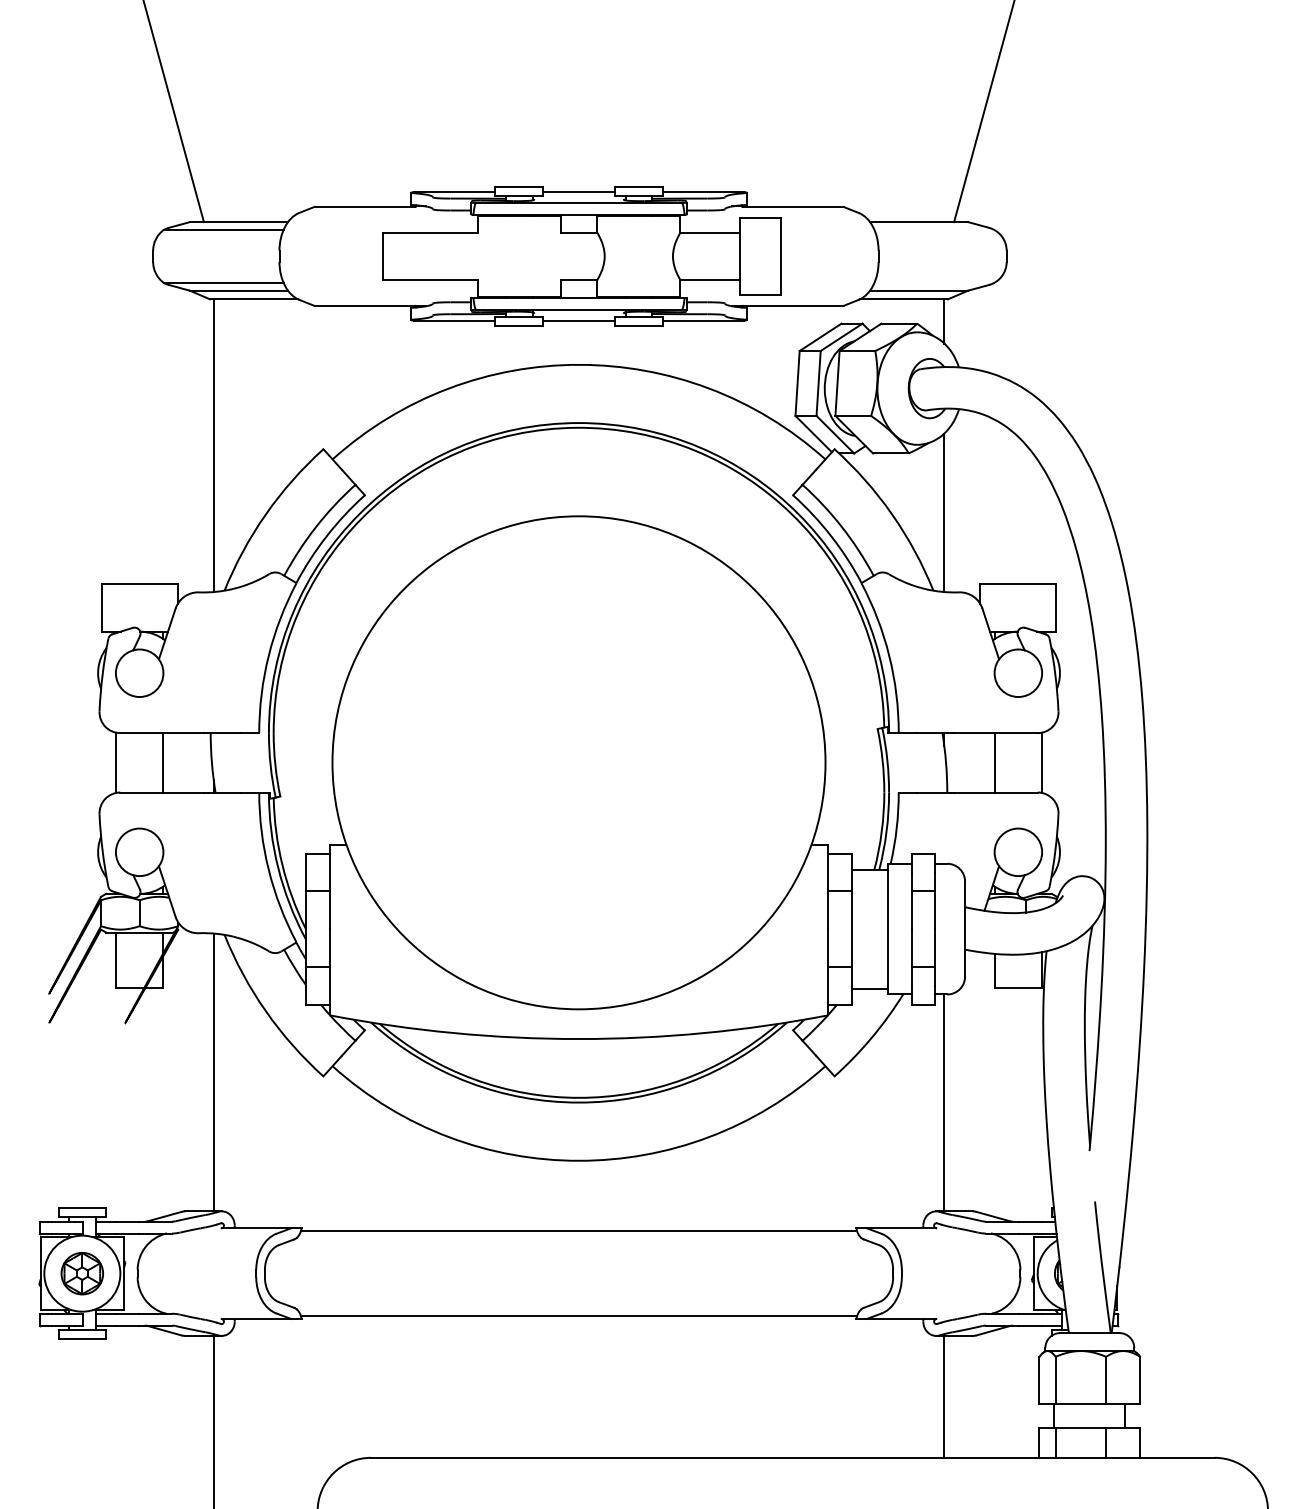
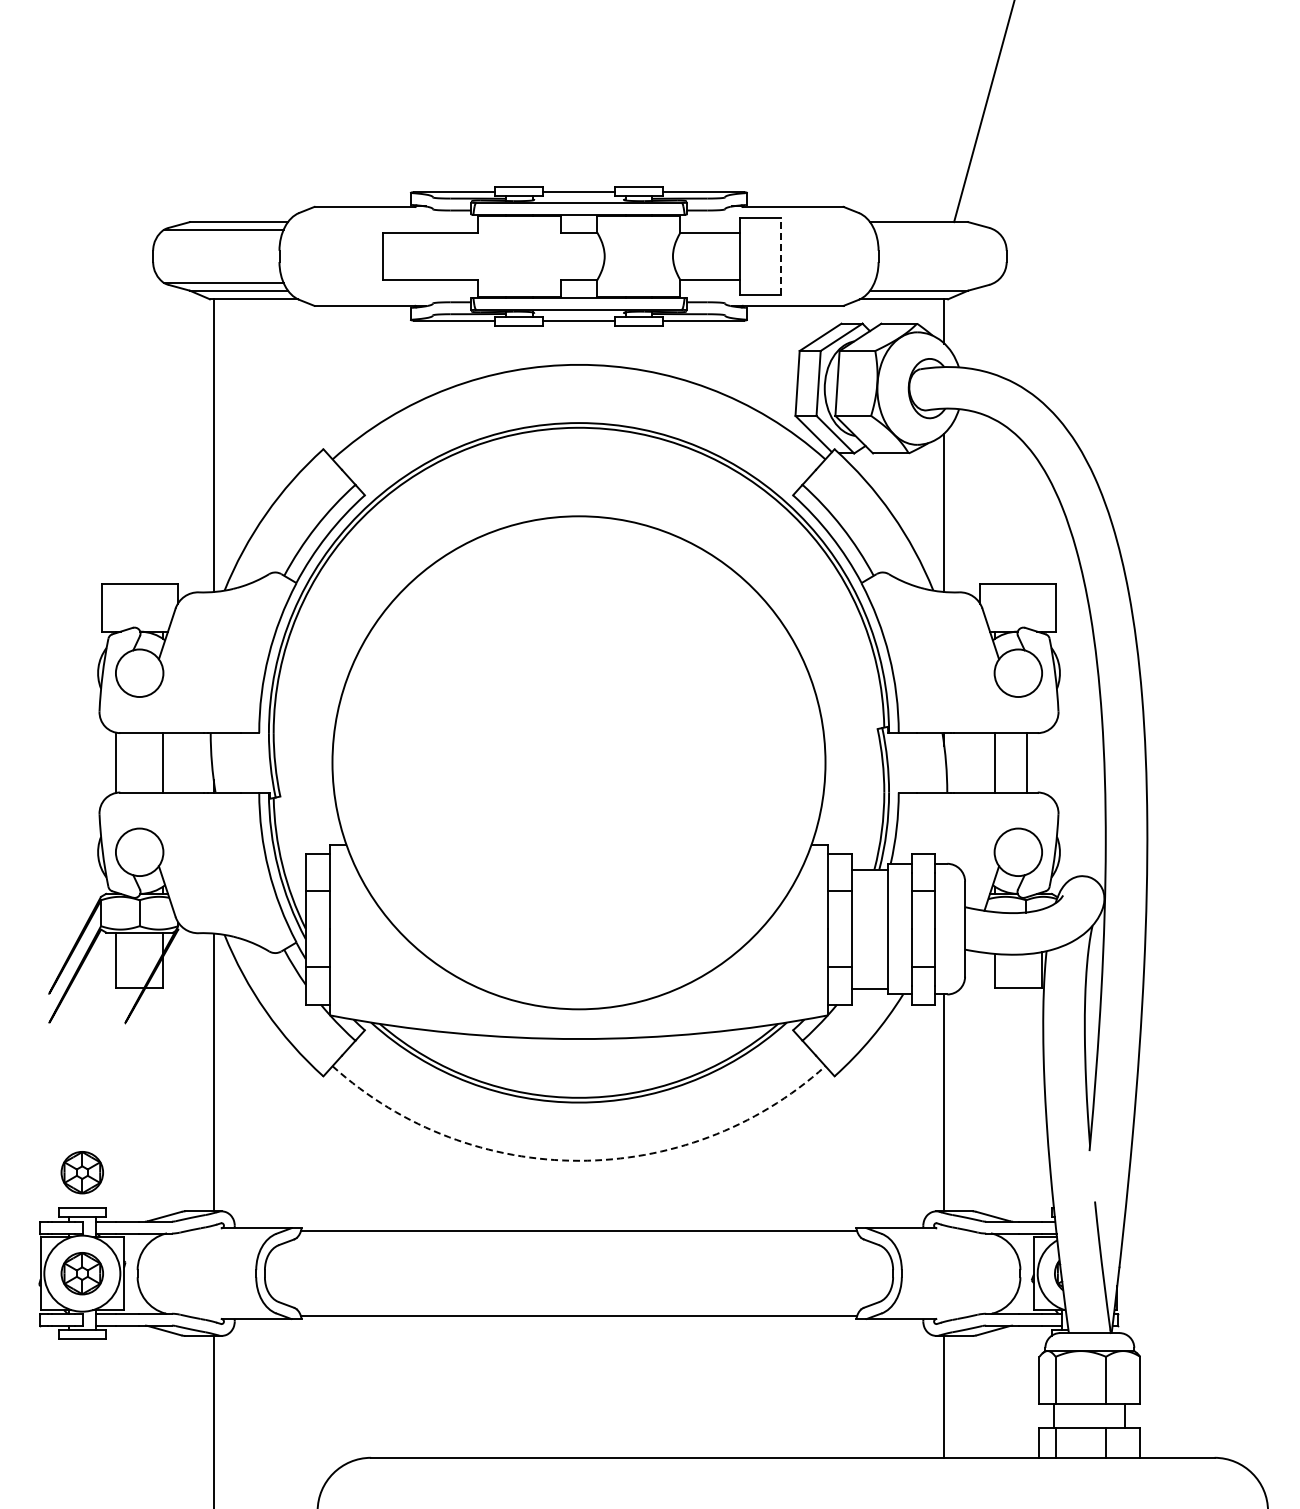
line at (173, 112): present -> none
line at (781, 256): solid -> dashed
line at (1041, 762) position: (1041, 762) -> (1026, 762)
arc at (579, 1160): solid -> dashed
part at (81, 1172): none -> present
